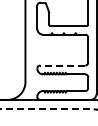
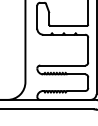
line at (62, 65): dashed -> solid
line at (47, 109): dashed -> solid
